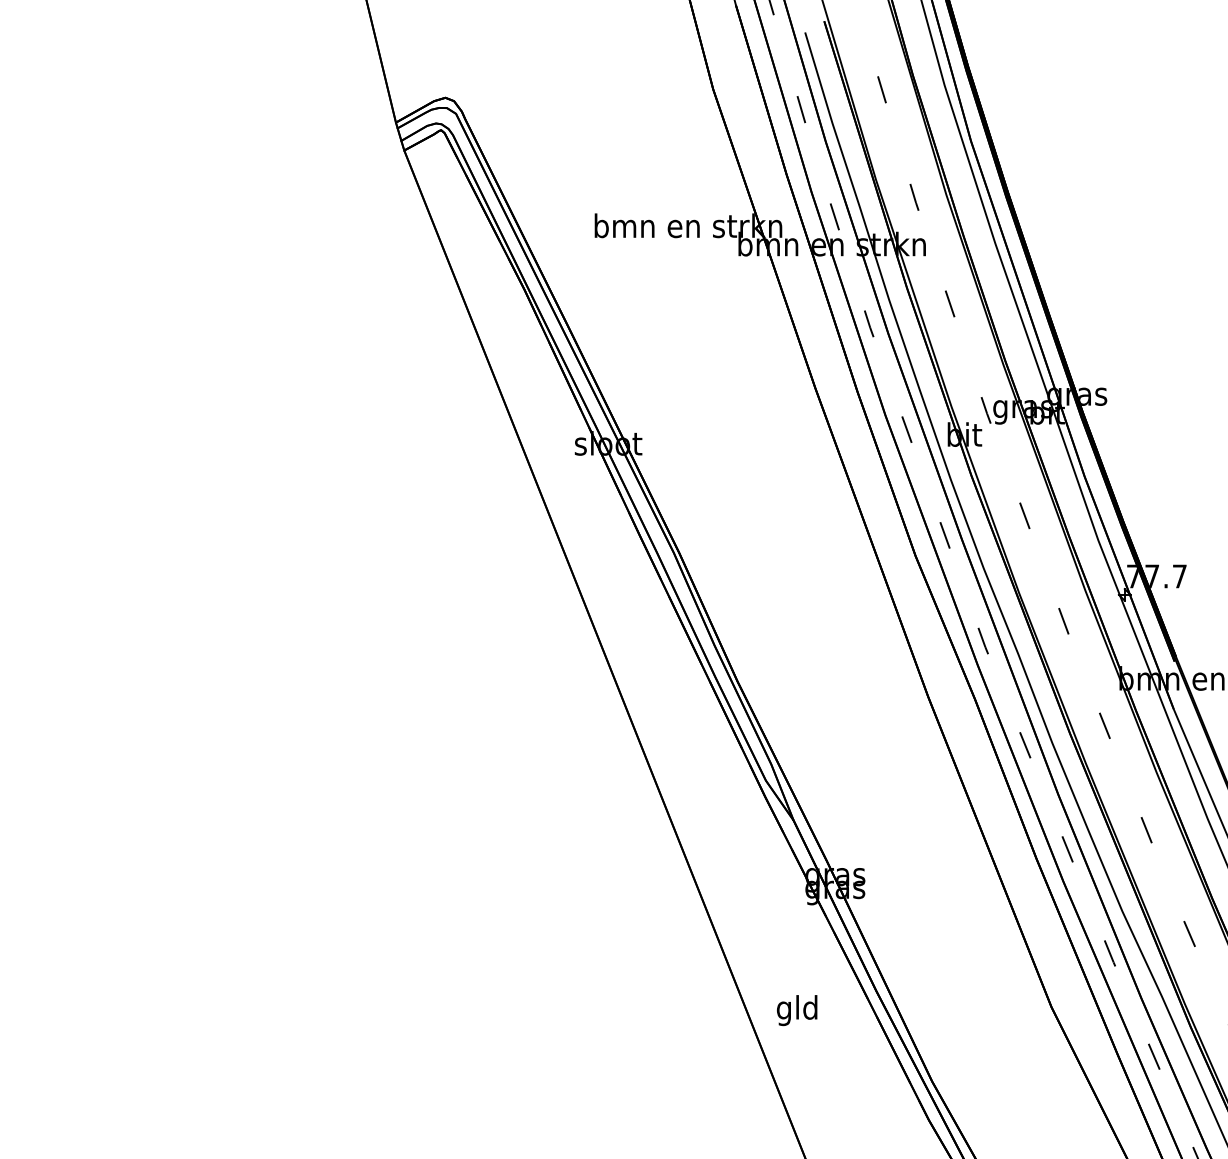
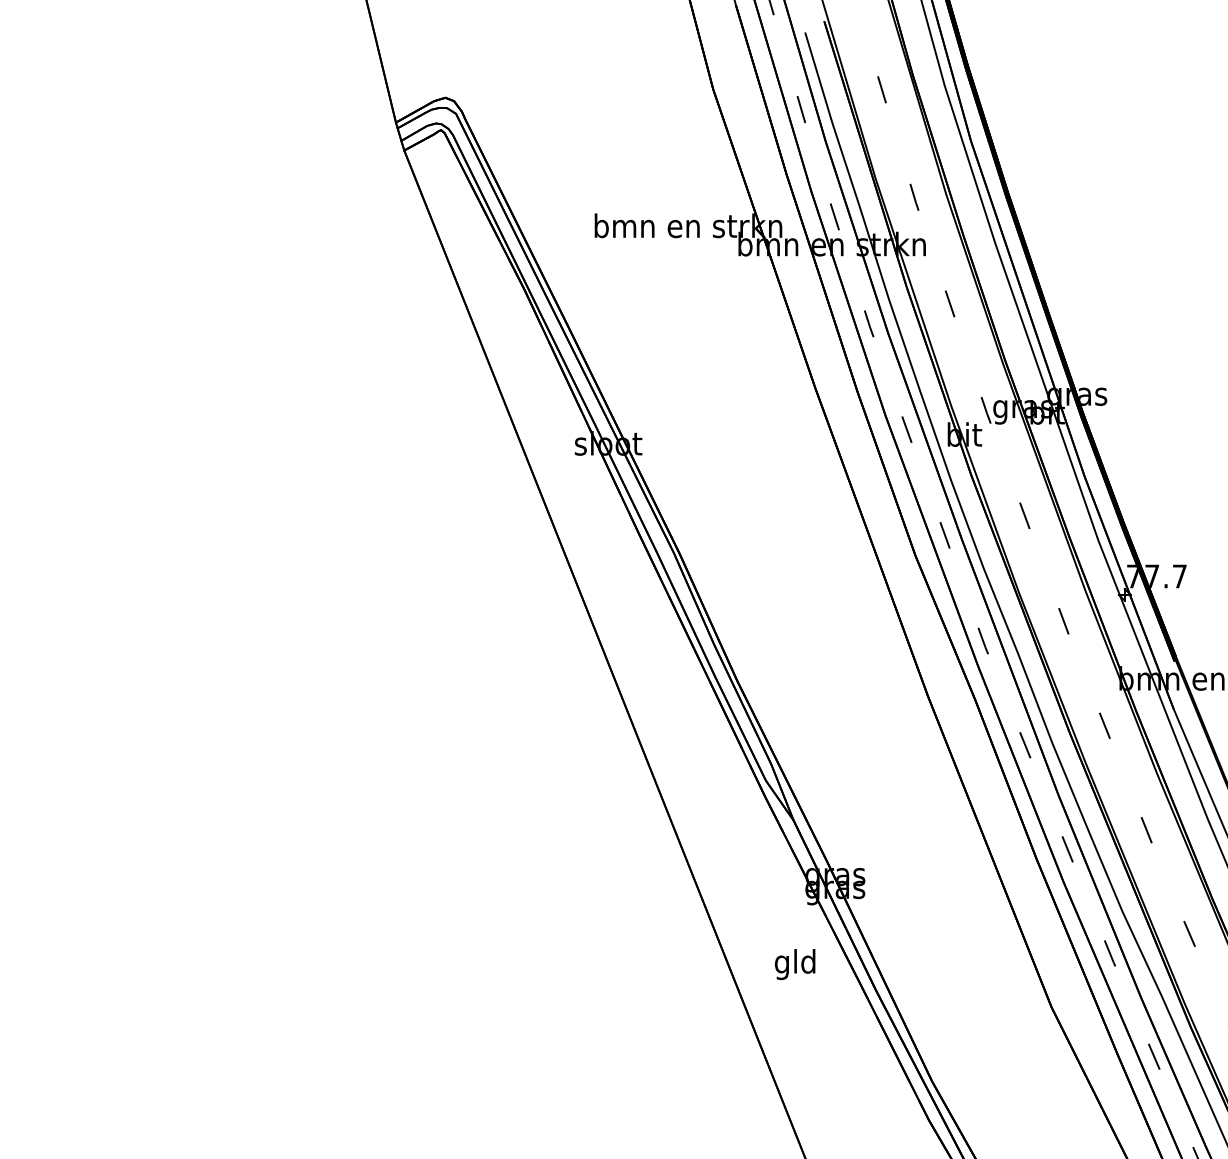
text at (797, 1010) position: (797, 1010) -> (795, 964)
